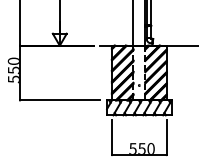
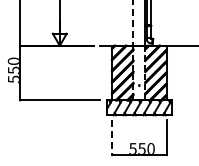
line at (133, 23): solid -> dashed
line at (112, 138): solid -> dashed
